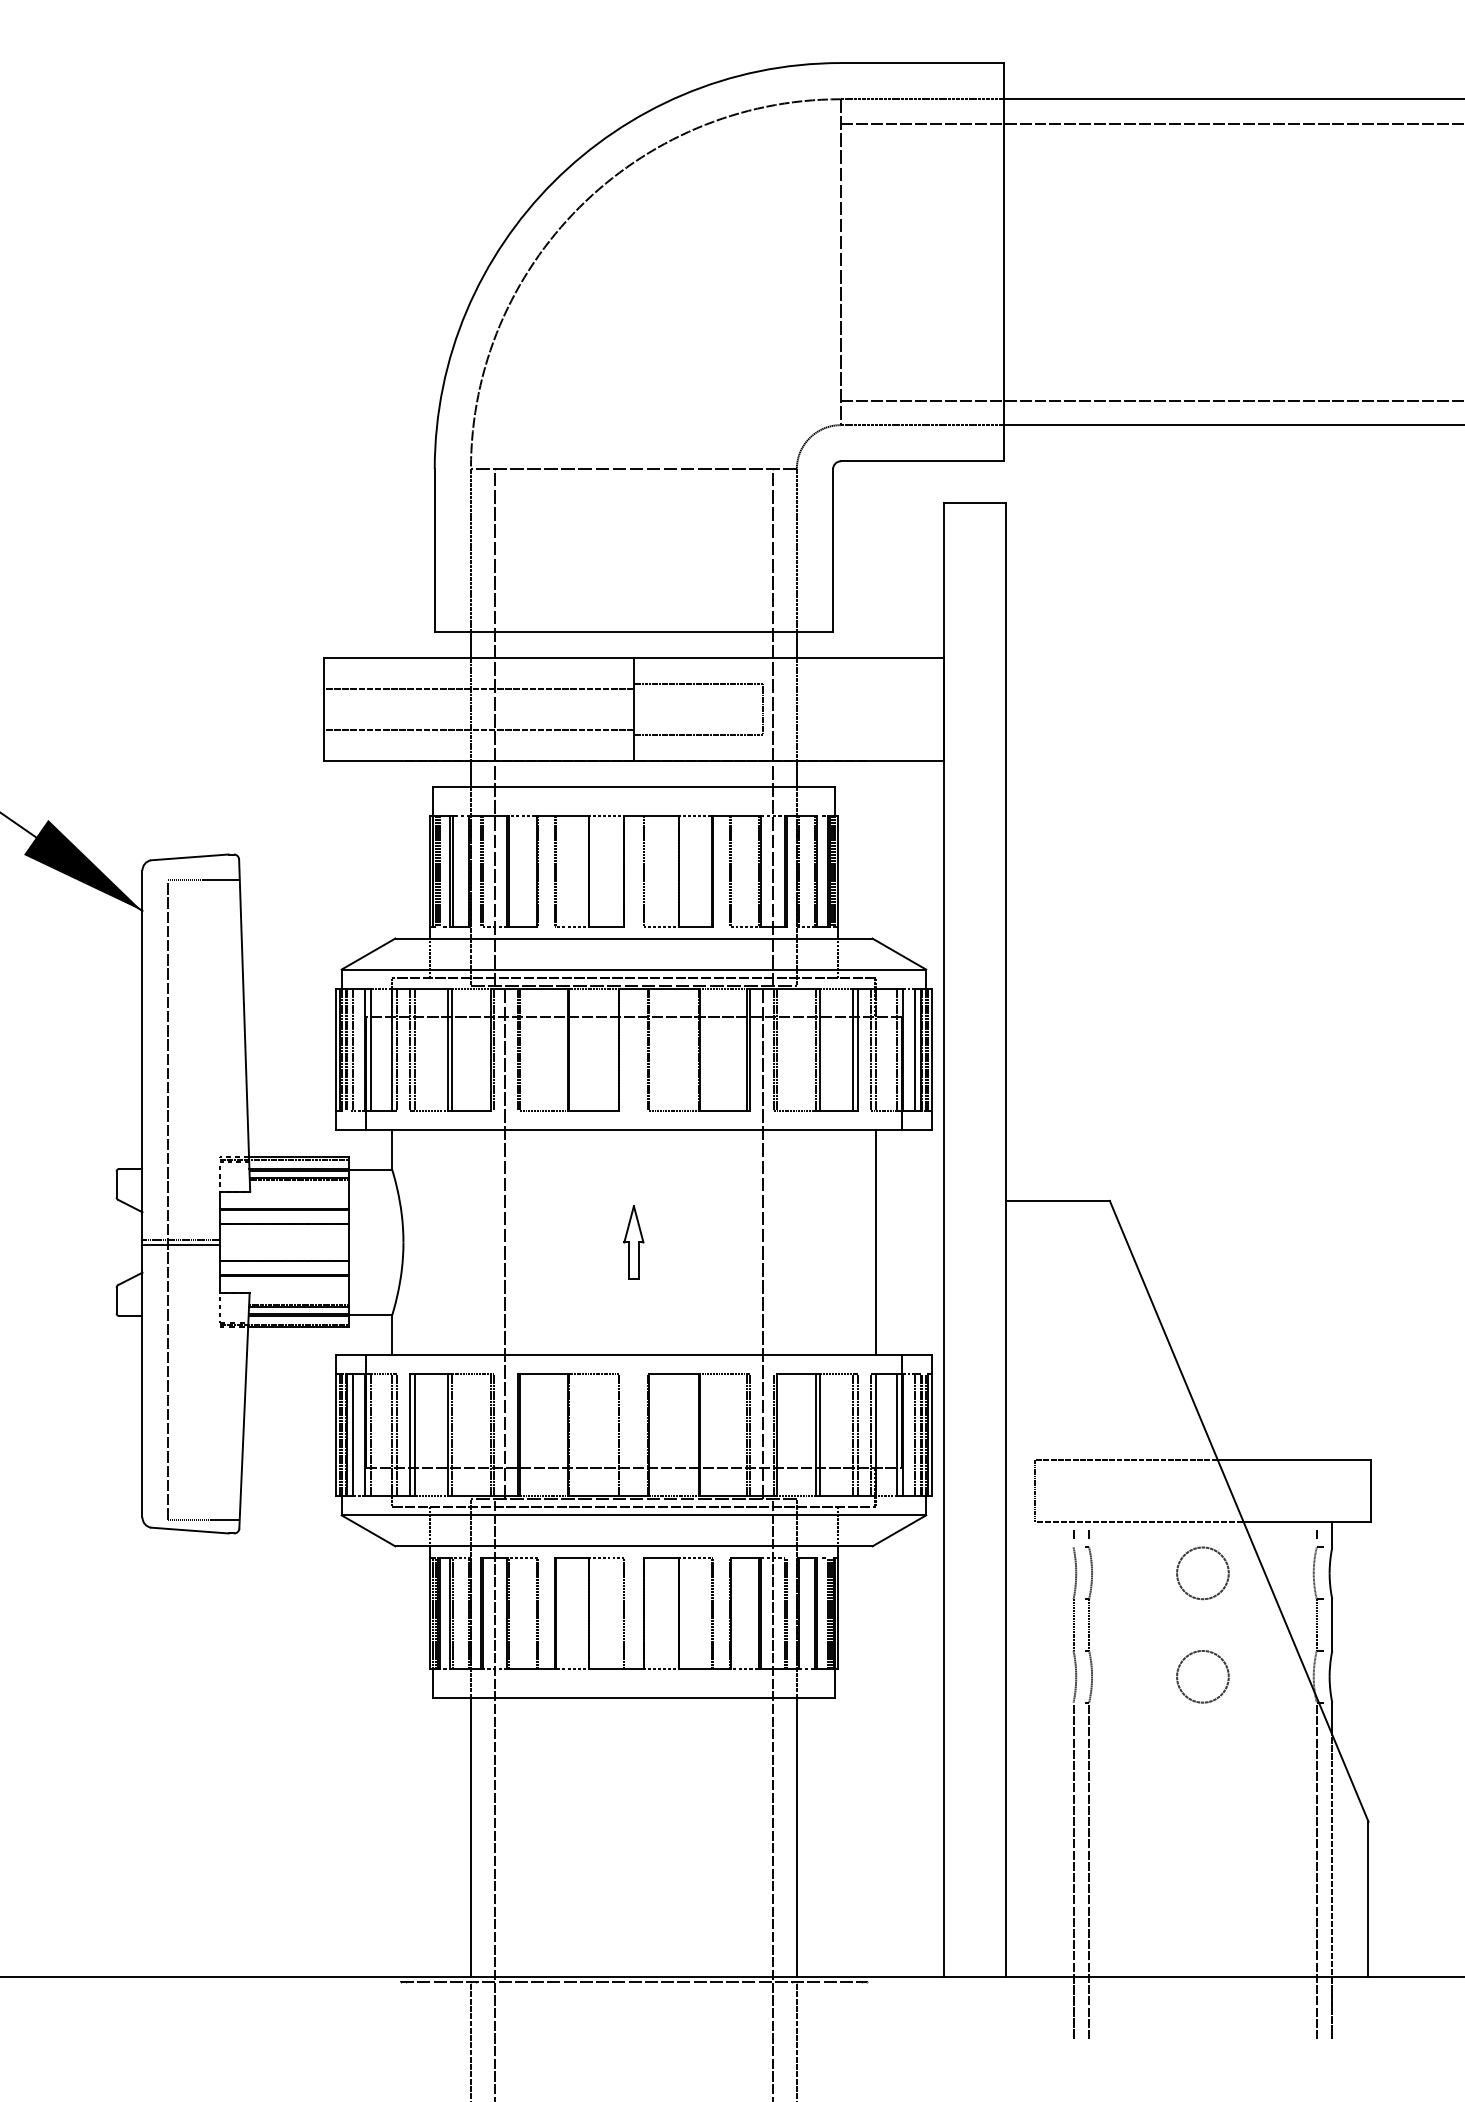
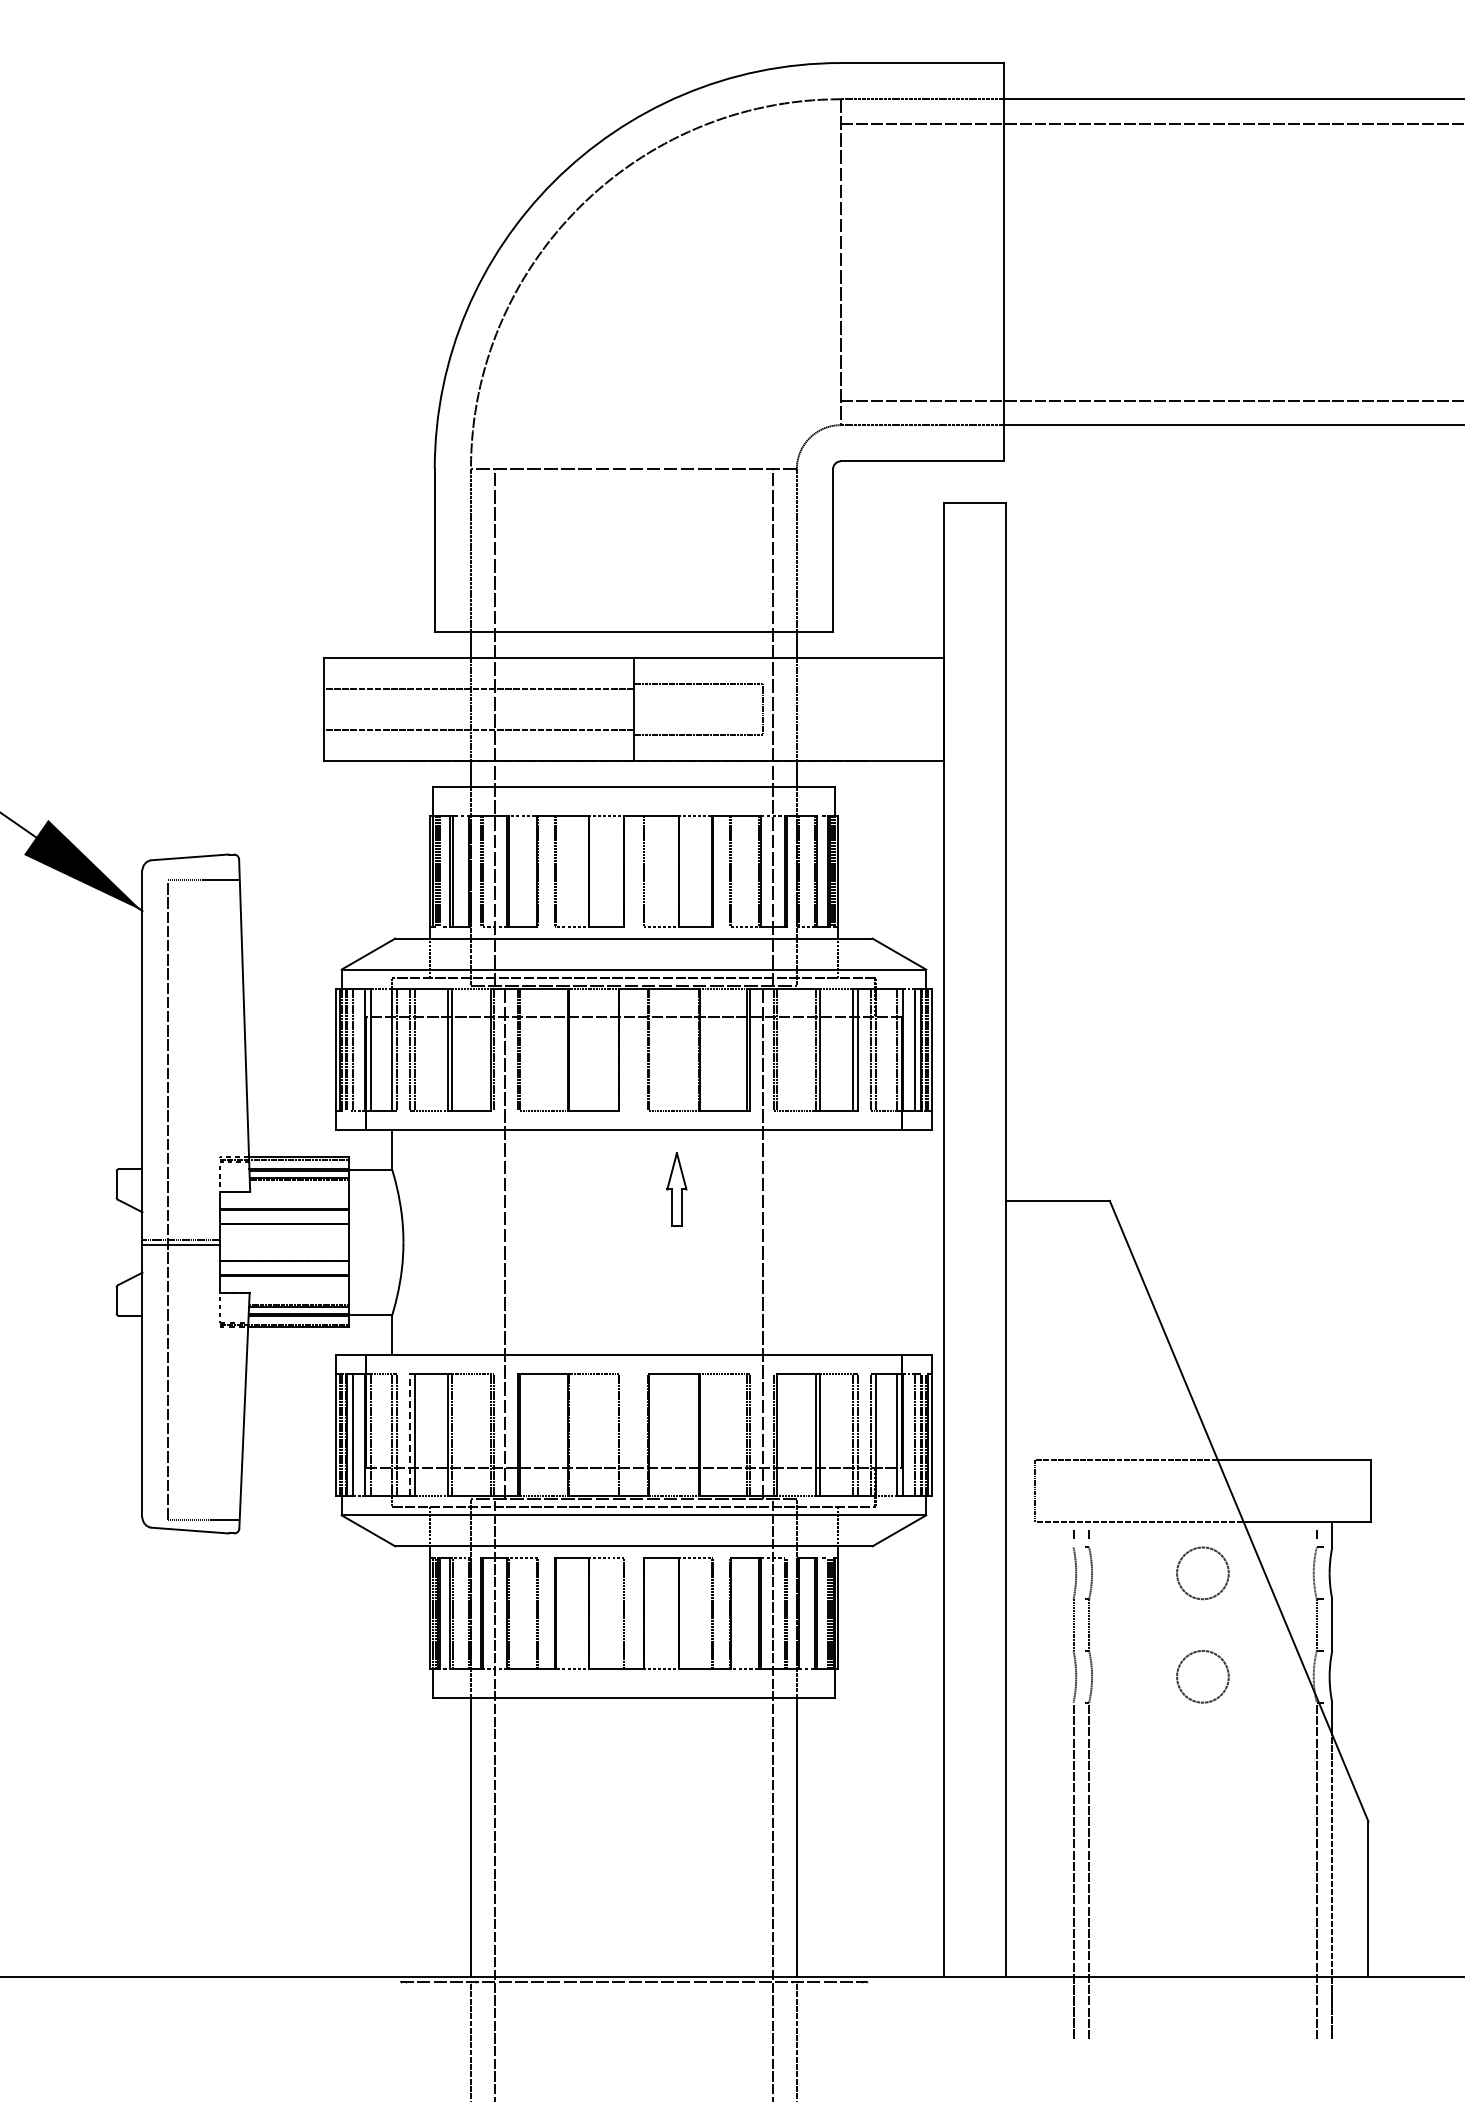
part at (633, 1242) position: (633, 1242) -> (676, 1189)
line at (875, 1242): present -> none
line at (410, 1434): solid -> dashed
